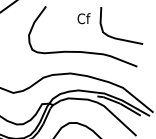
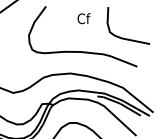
curve at (116, 37) position: (116, 37) -> (123, 37)
